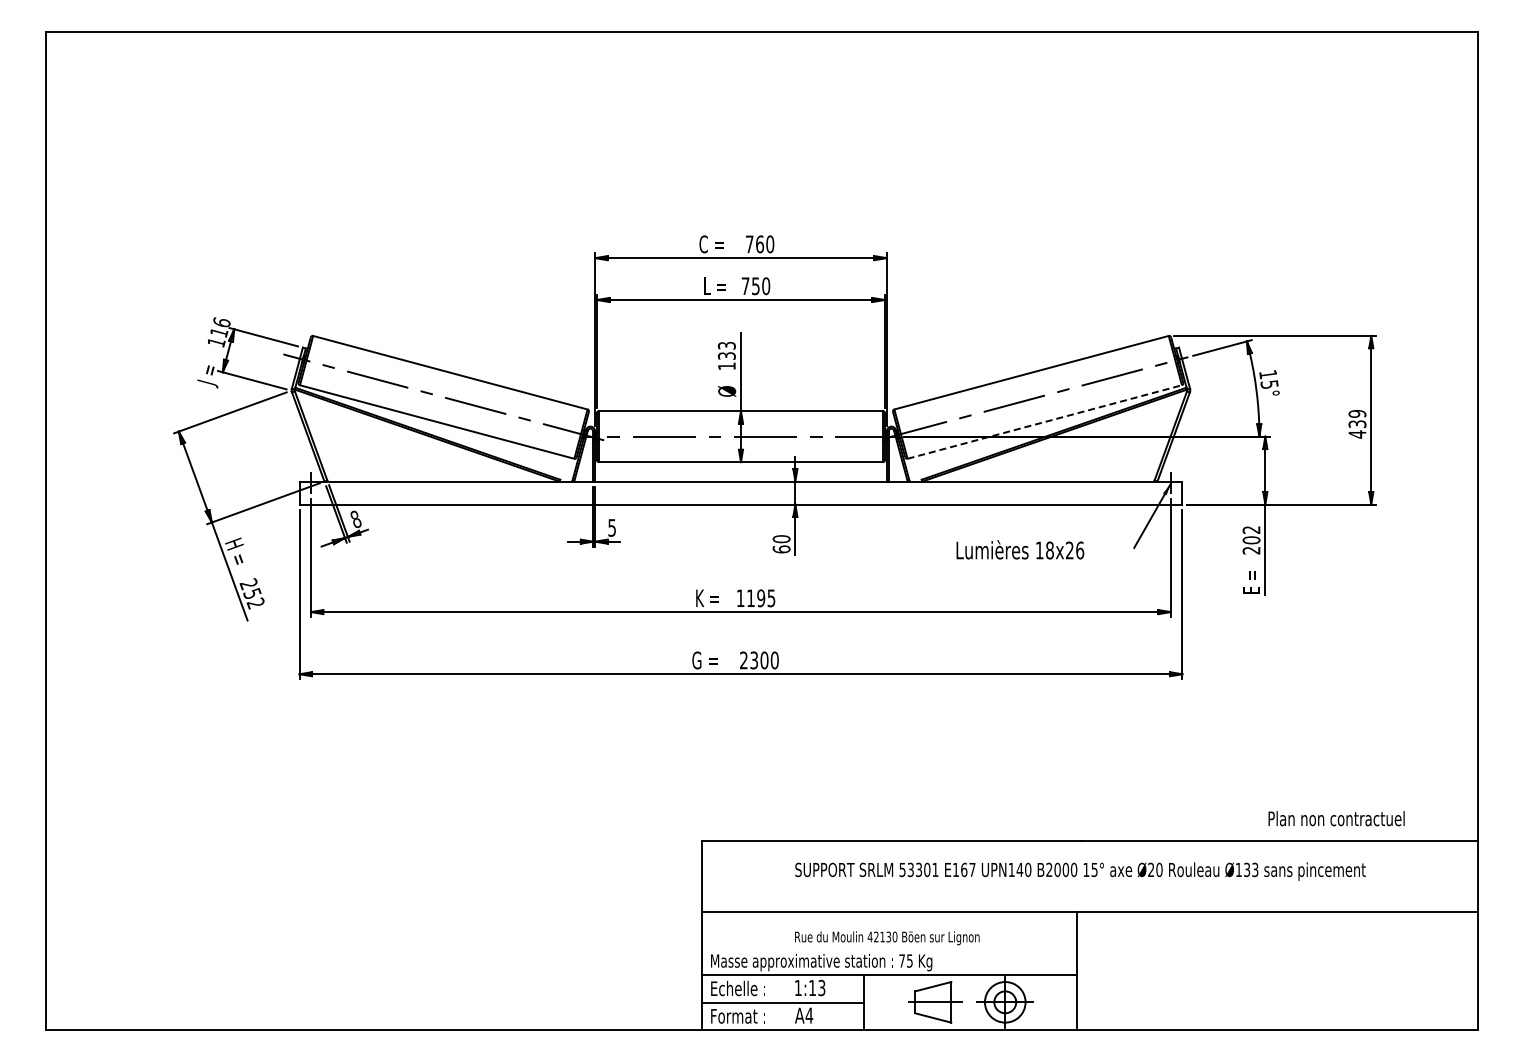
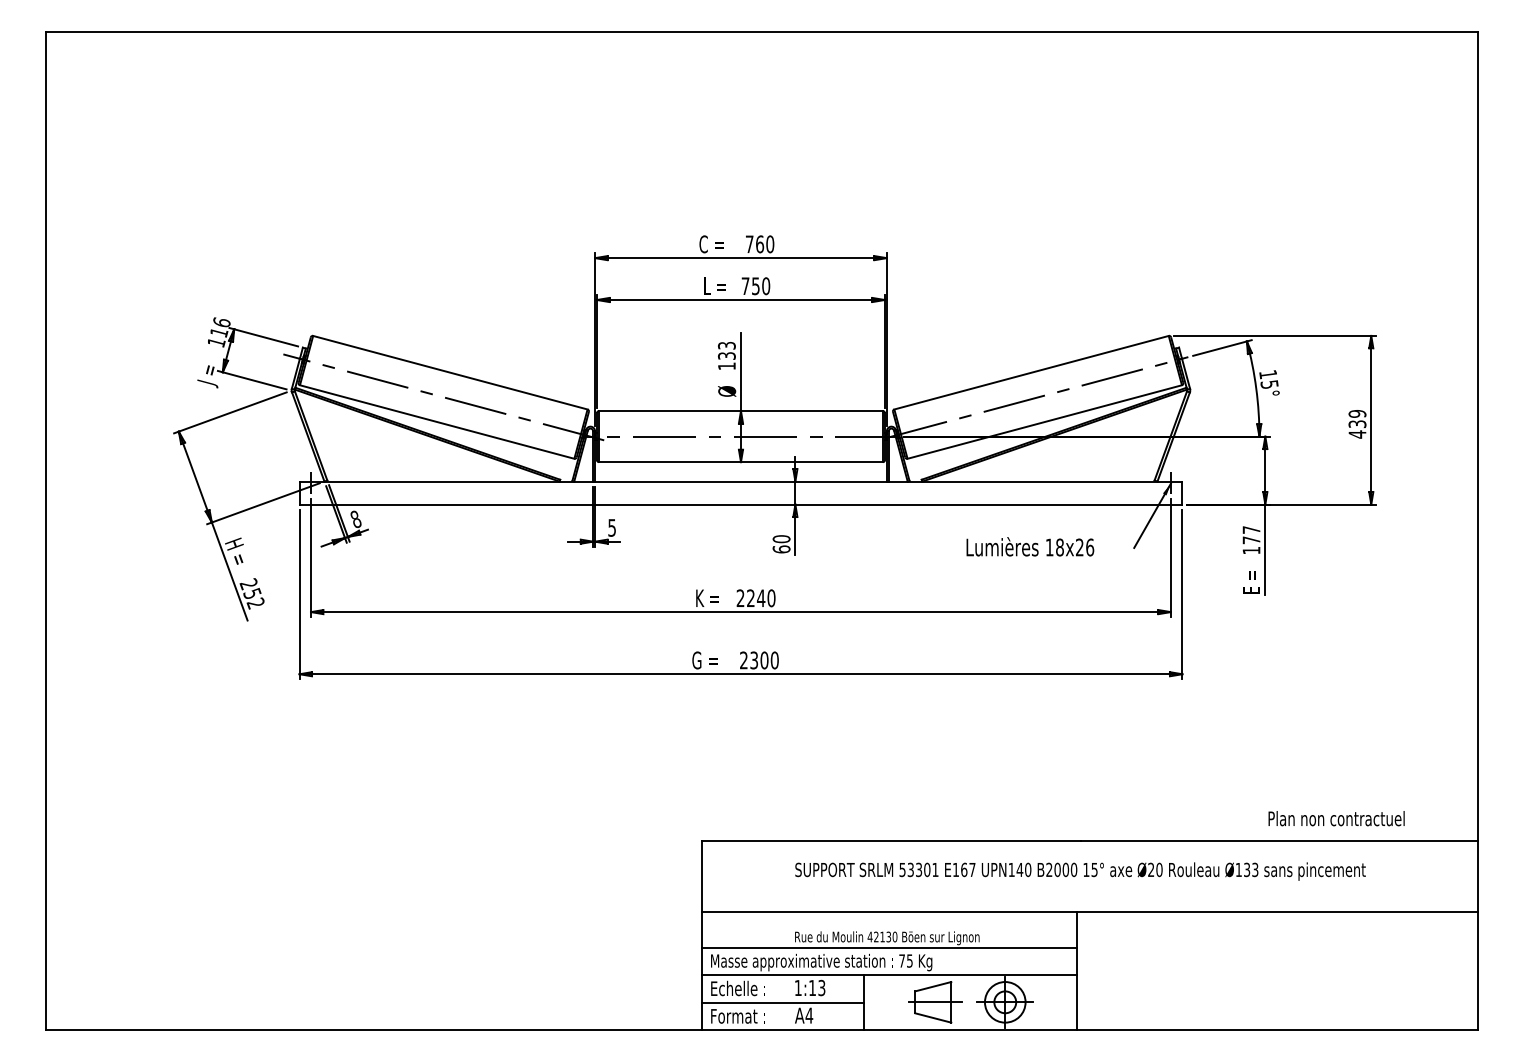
line at (1045, 421): dashed -> solid
text at (1251, 540): 202 -> 177
text at (1020, 549) position: (1020, 549) -> (1030, 546)
text at (755, 598): 1195 -> 2240
line at (889, 948): none -> present
